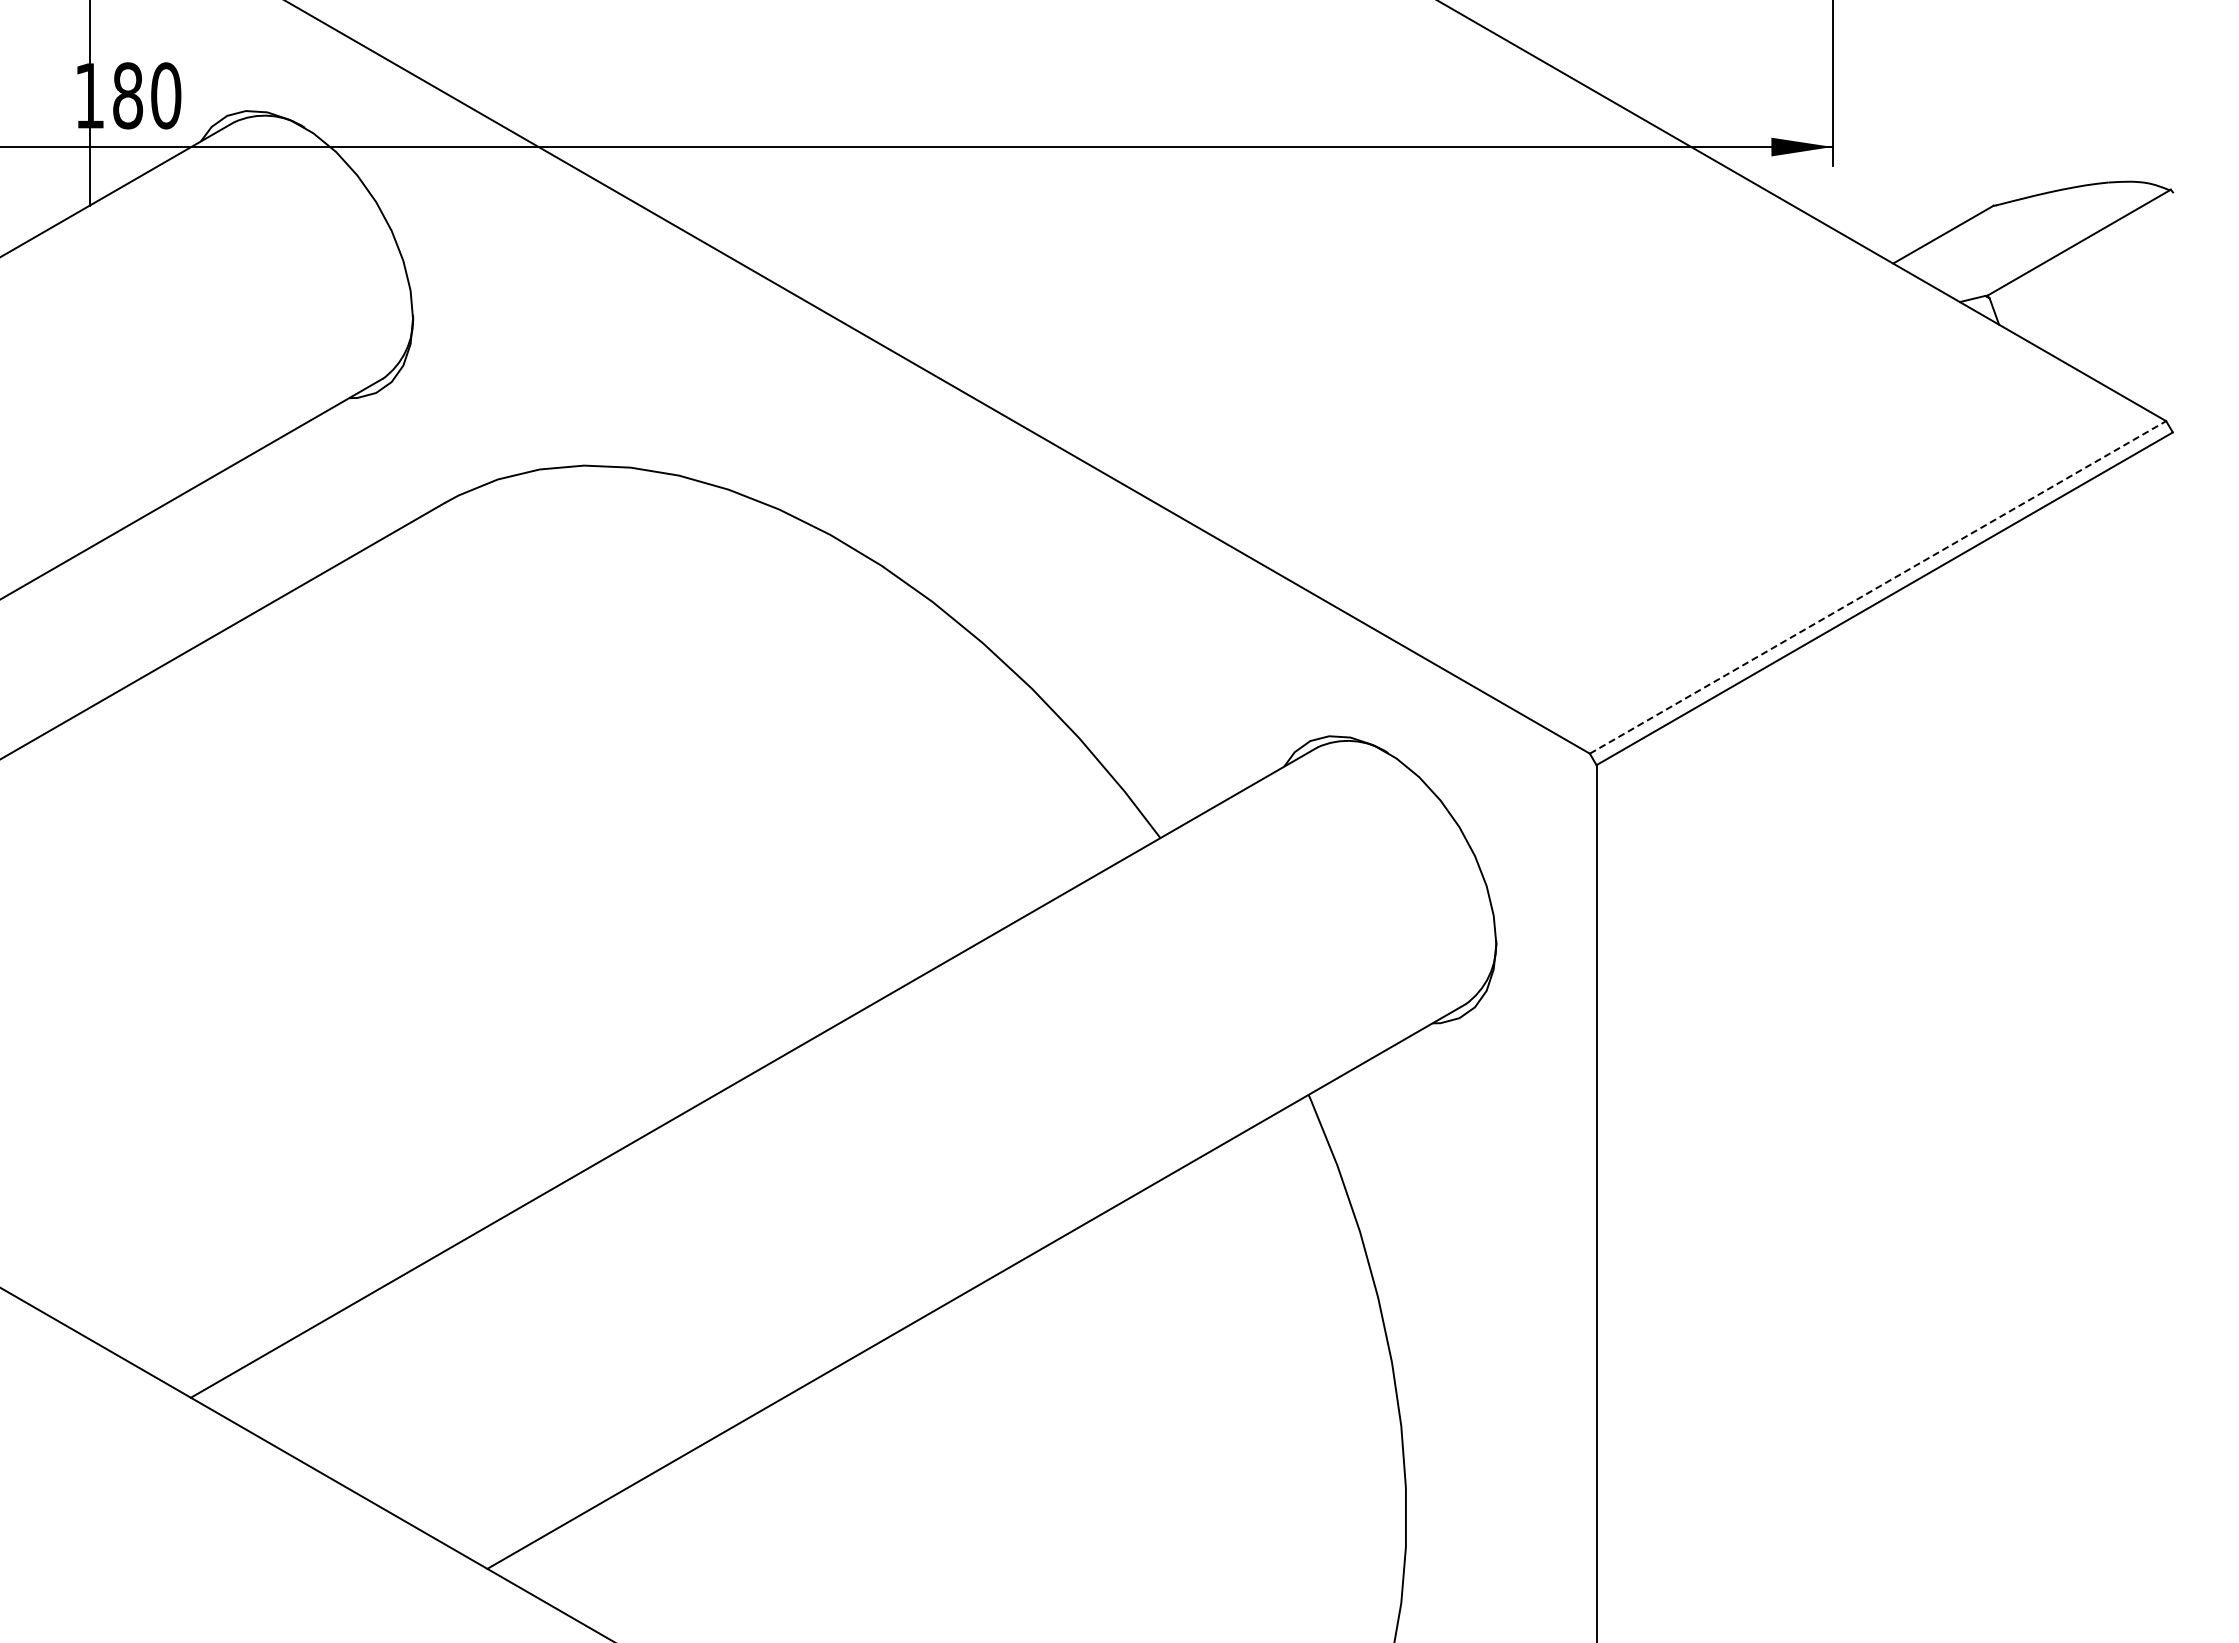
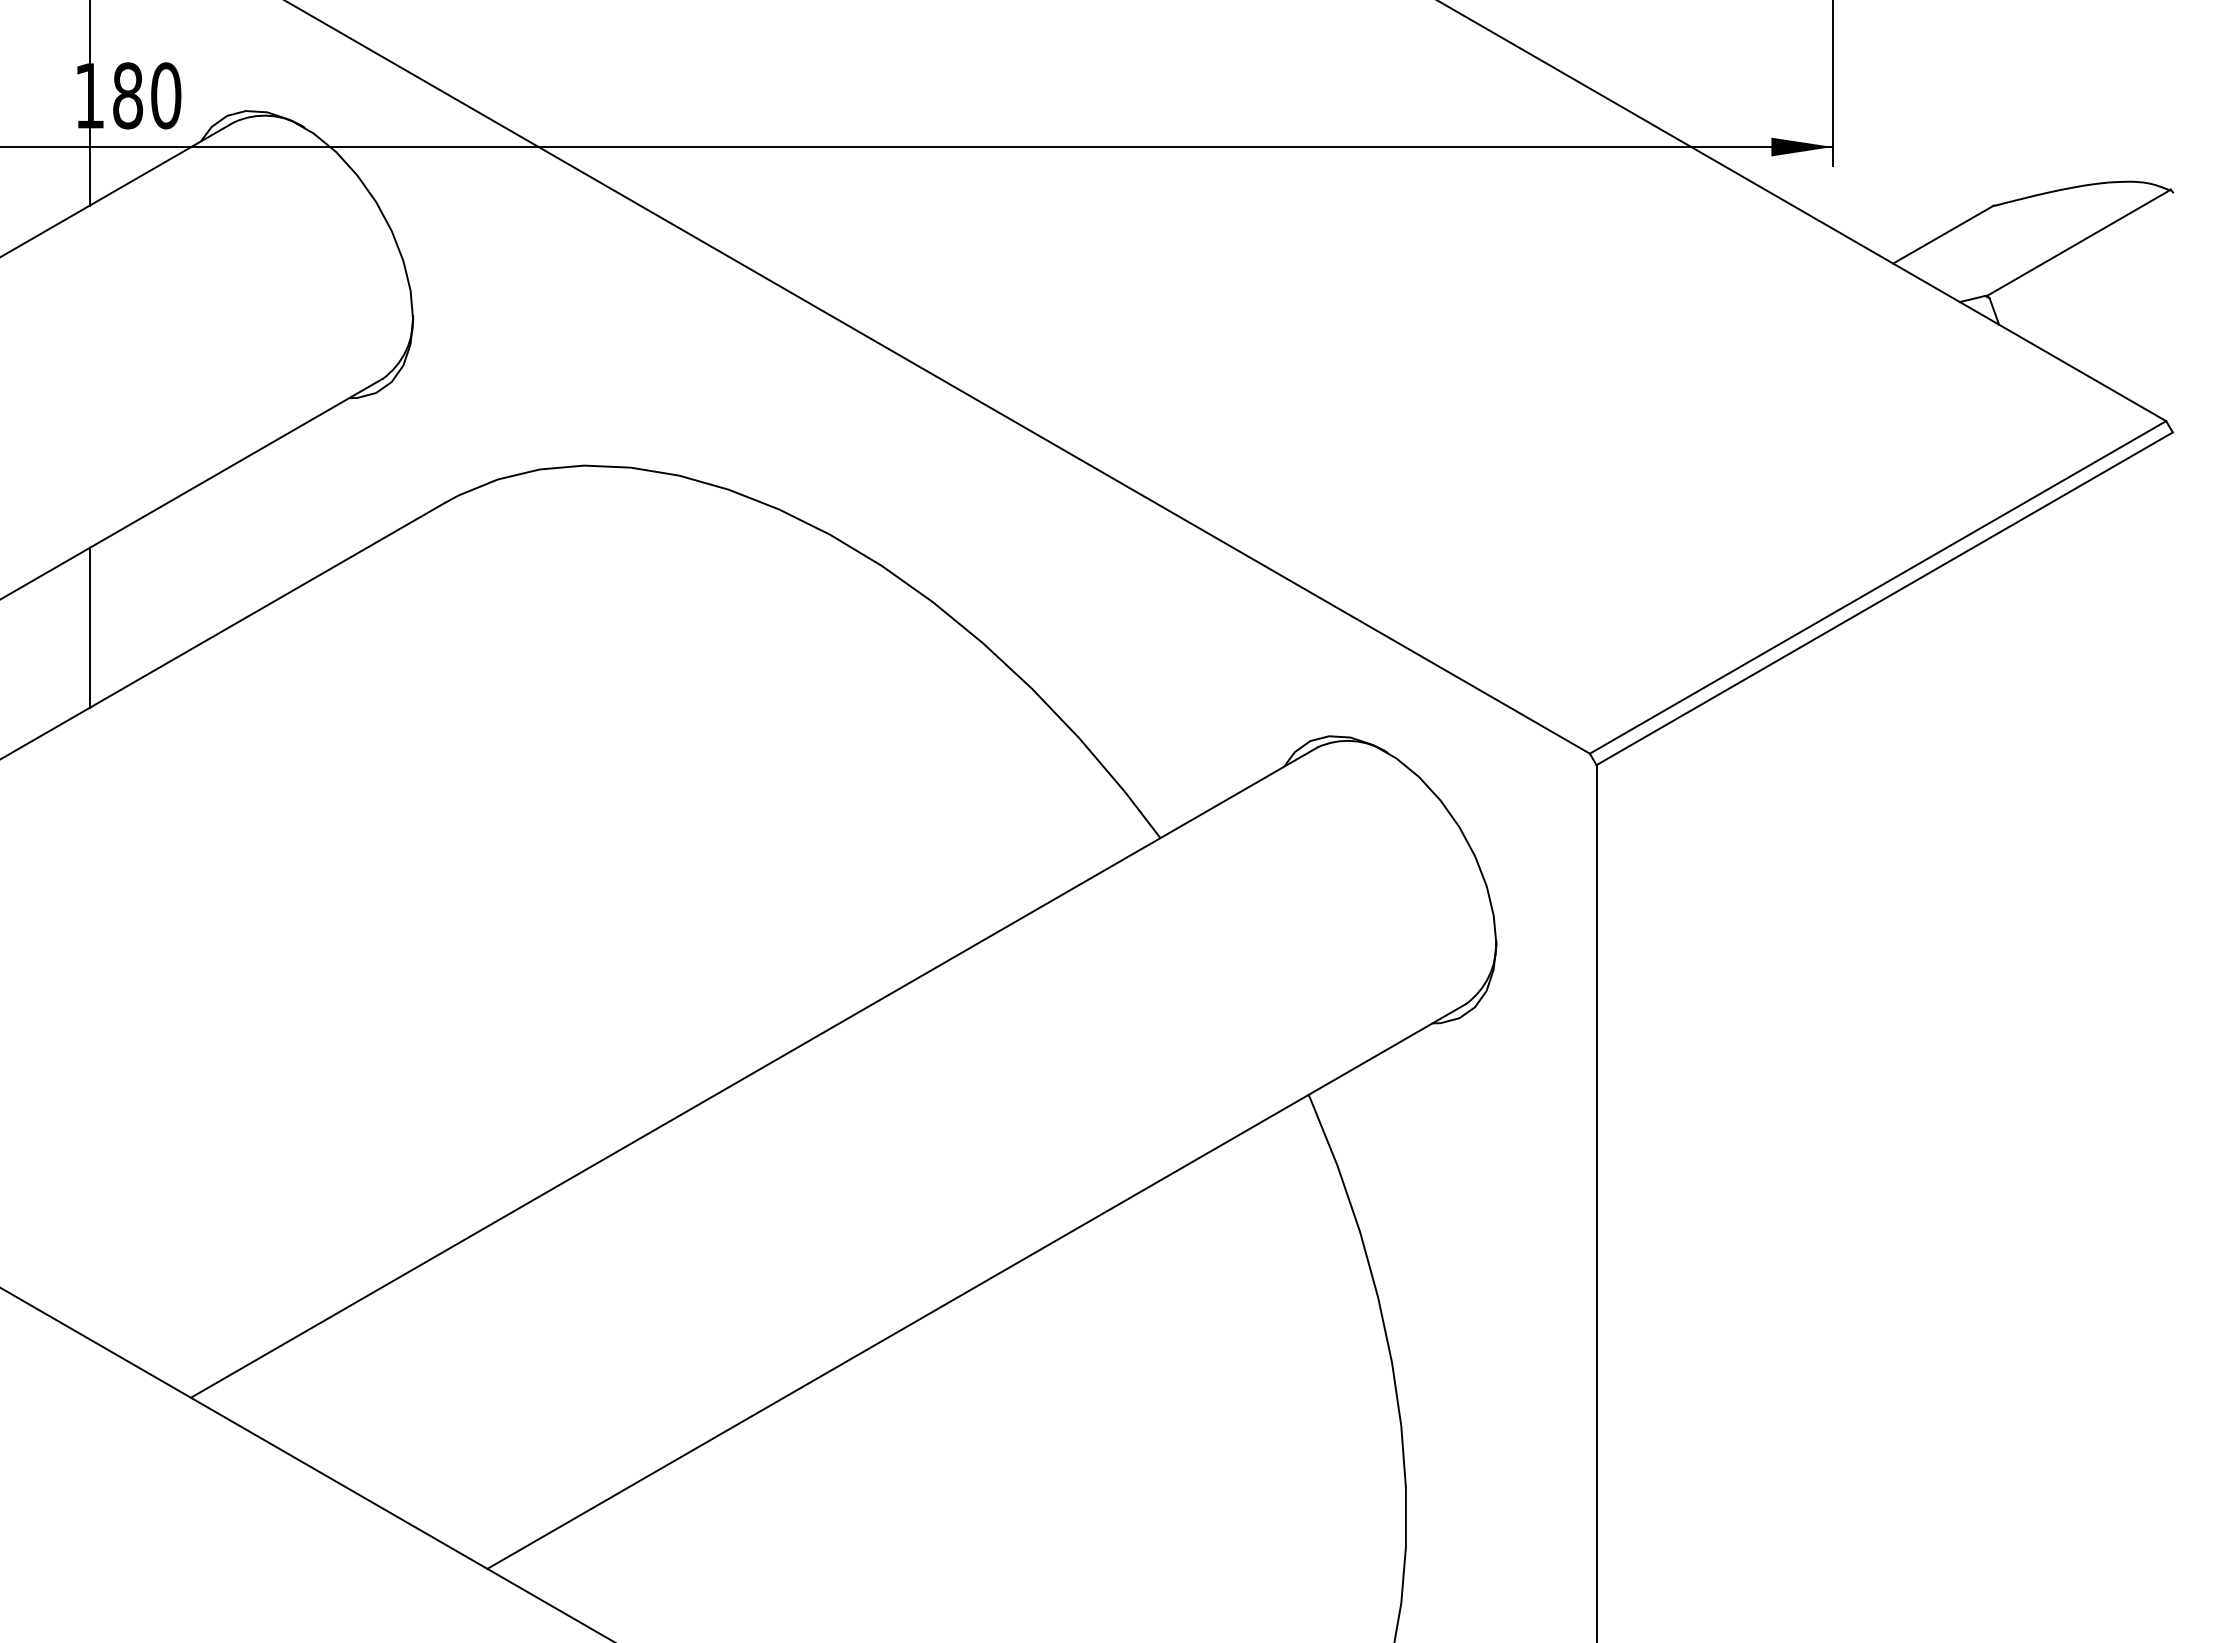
line at (1878, 587): dashed -> solid
line at (90, 627): none -> present
